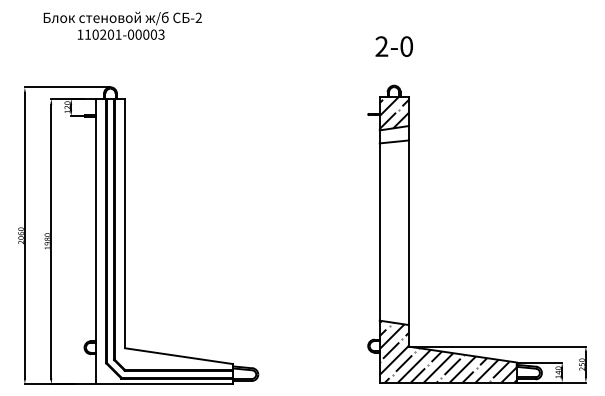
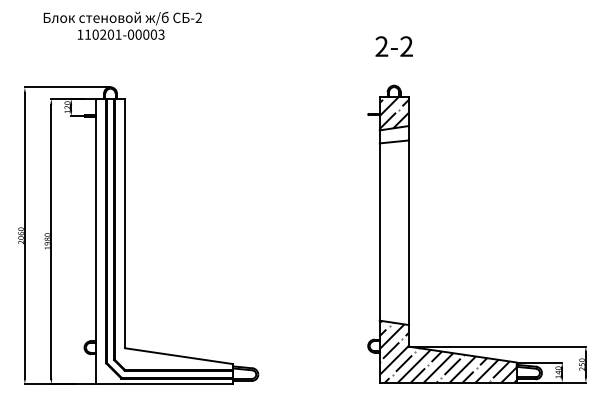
text at (406, 46): 2-0 -> 2-2
